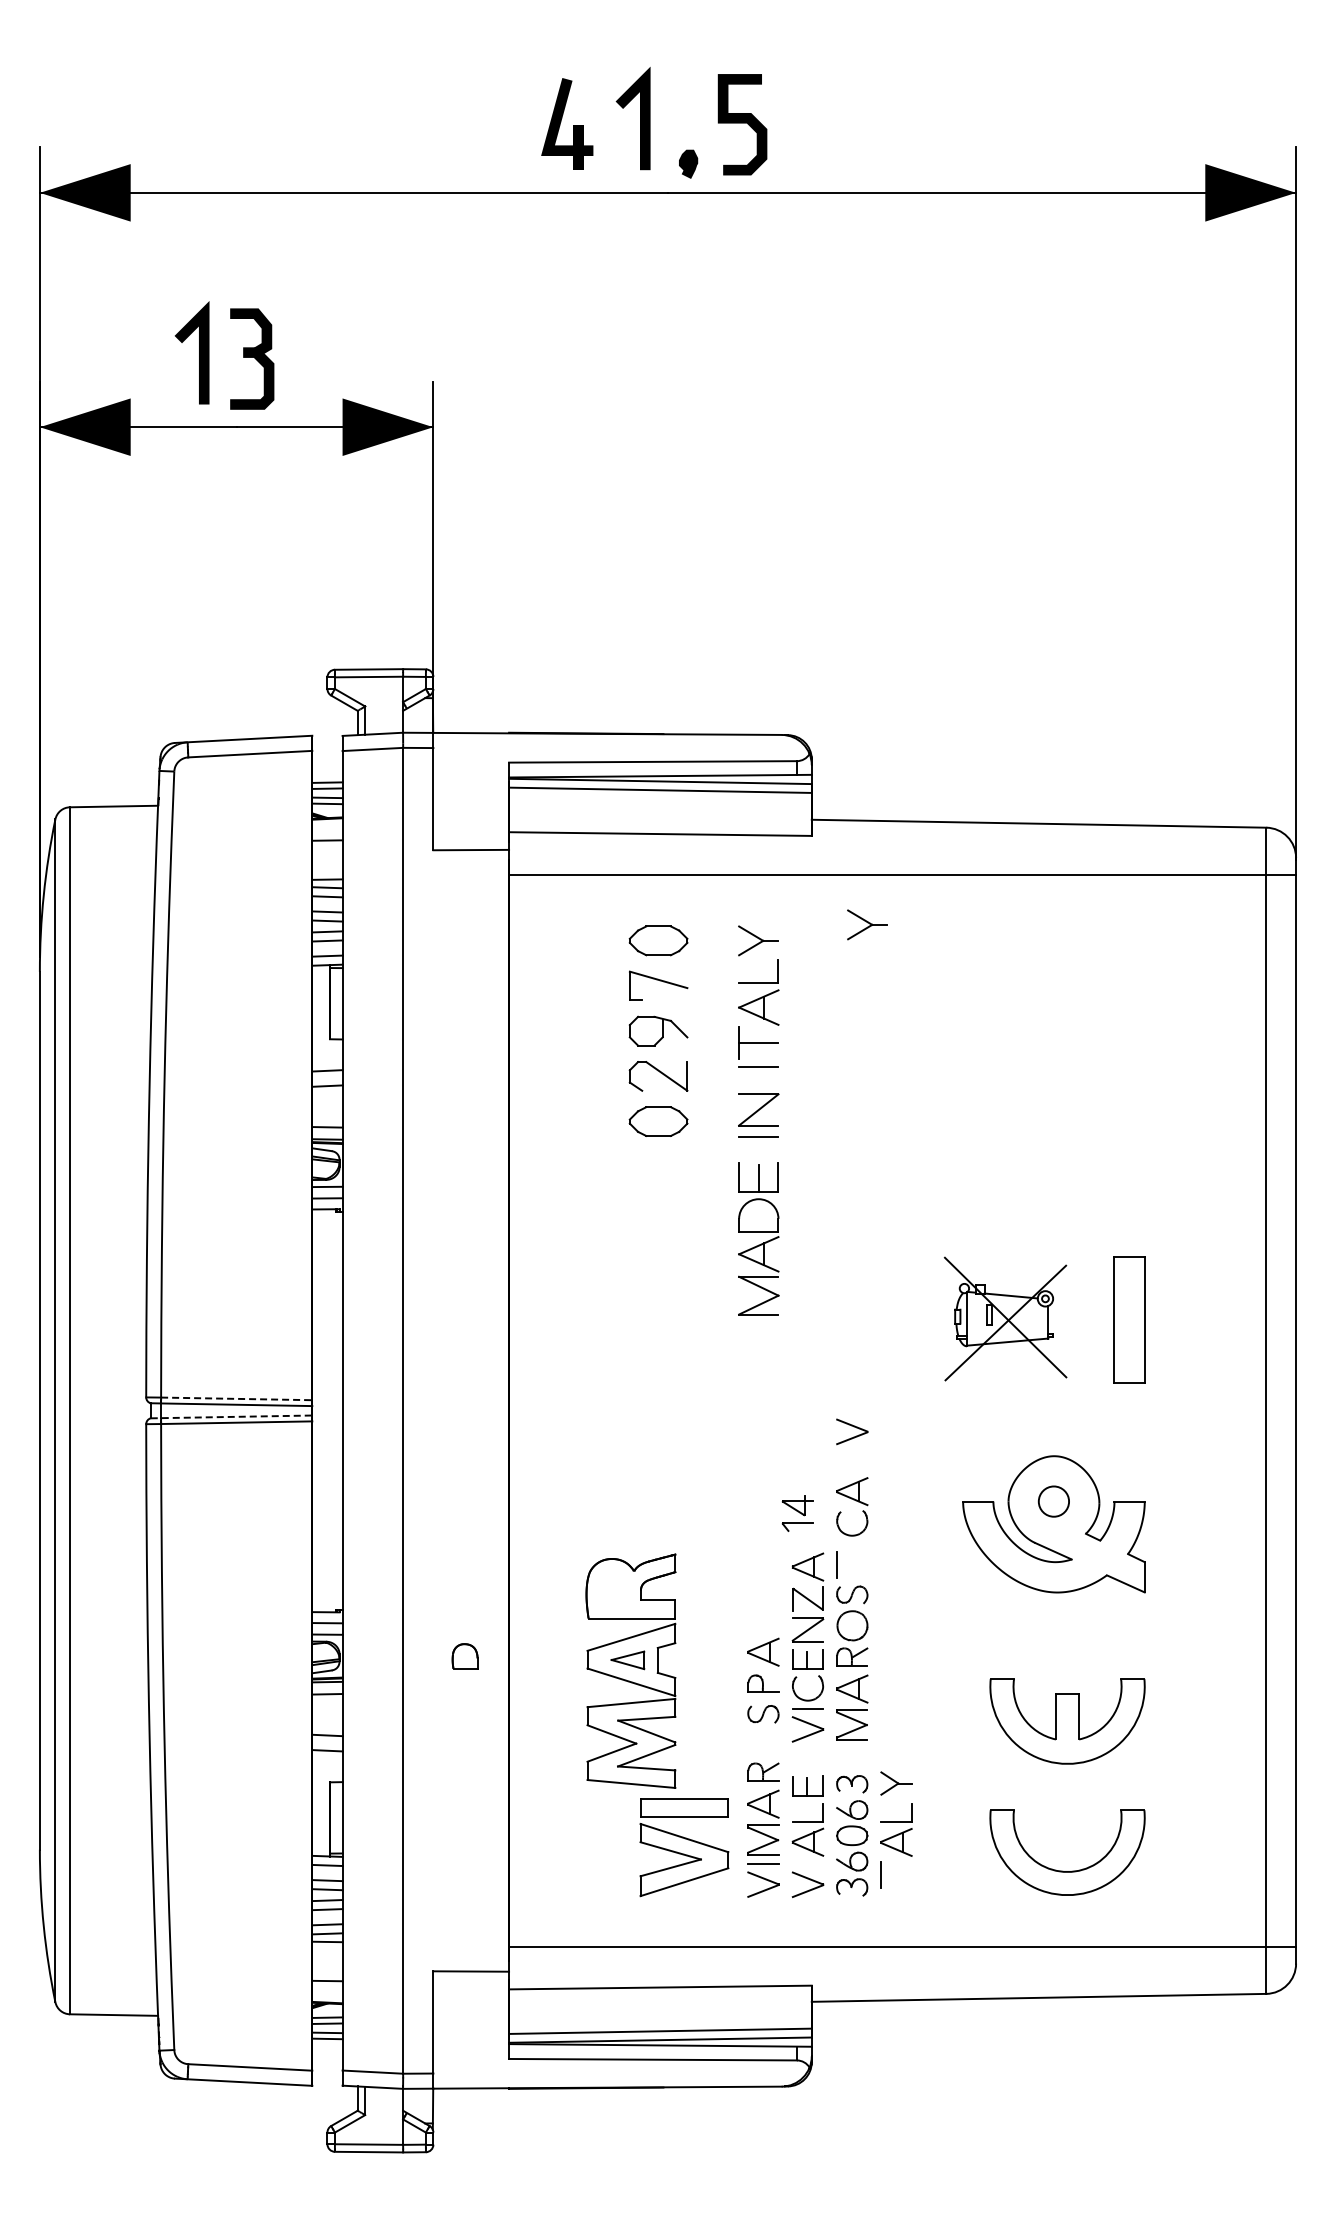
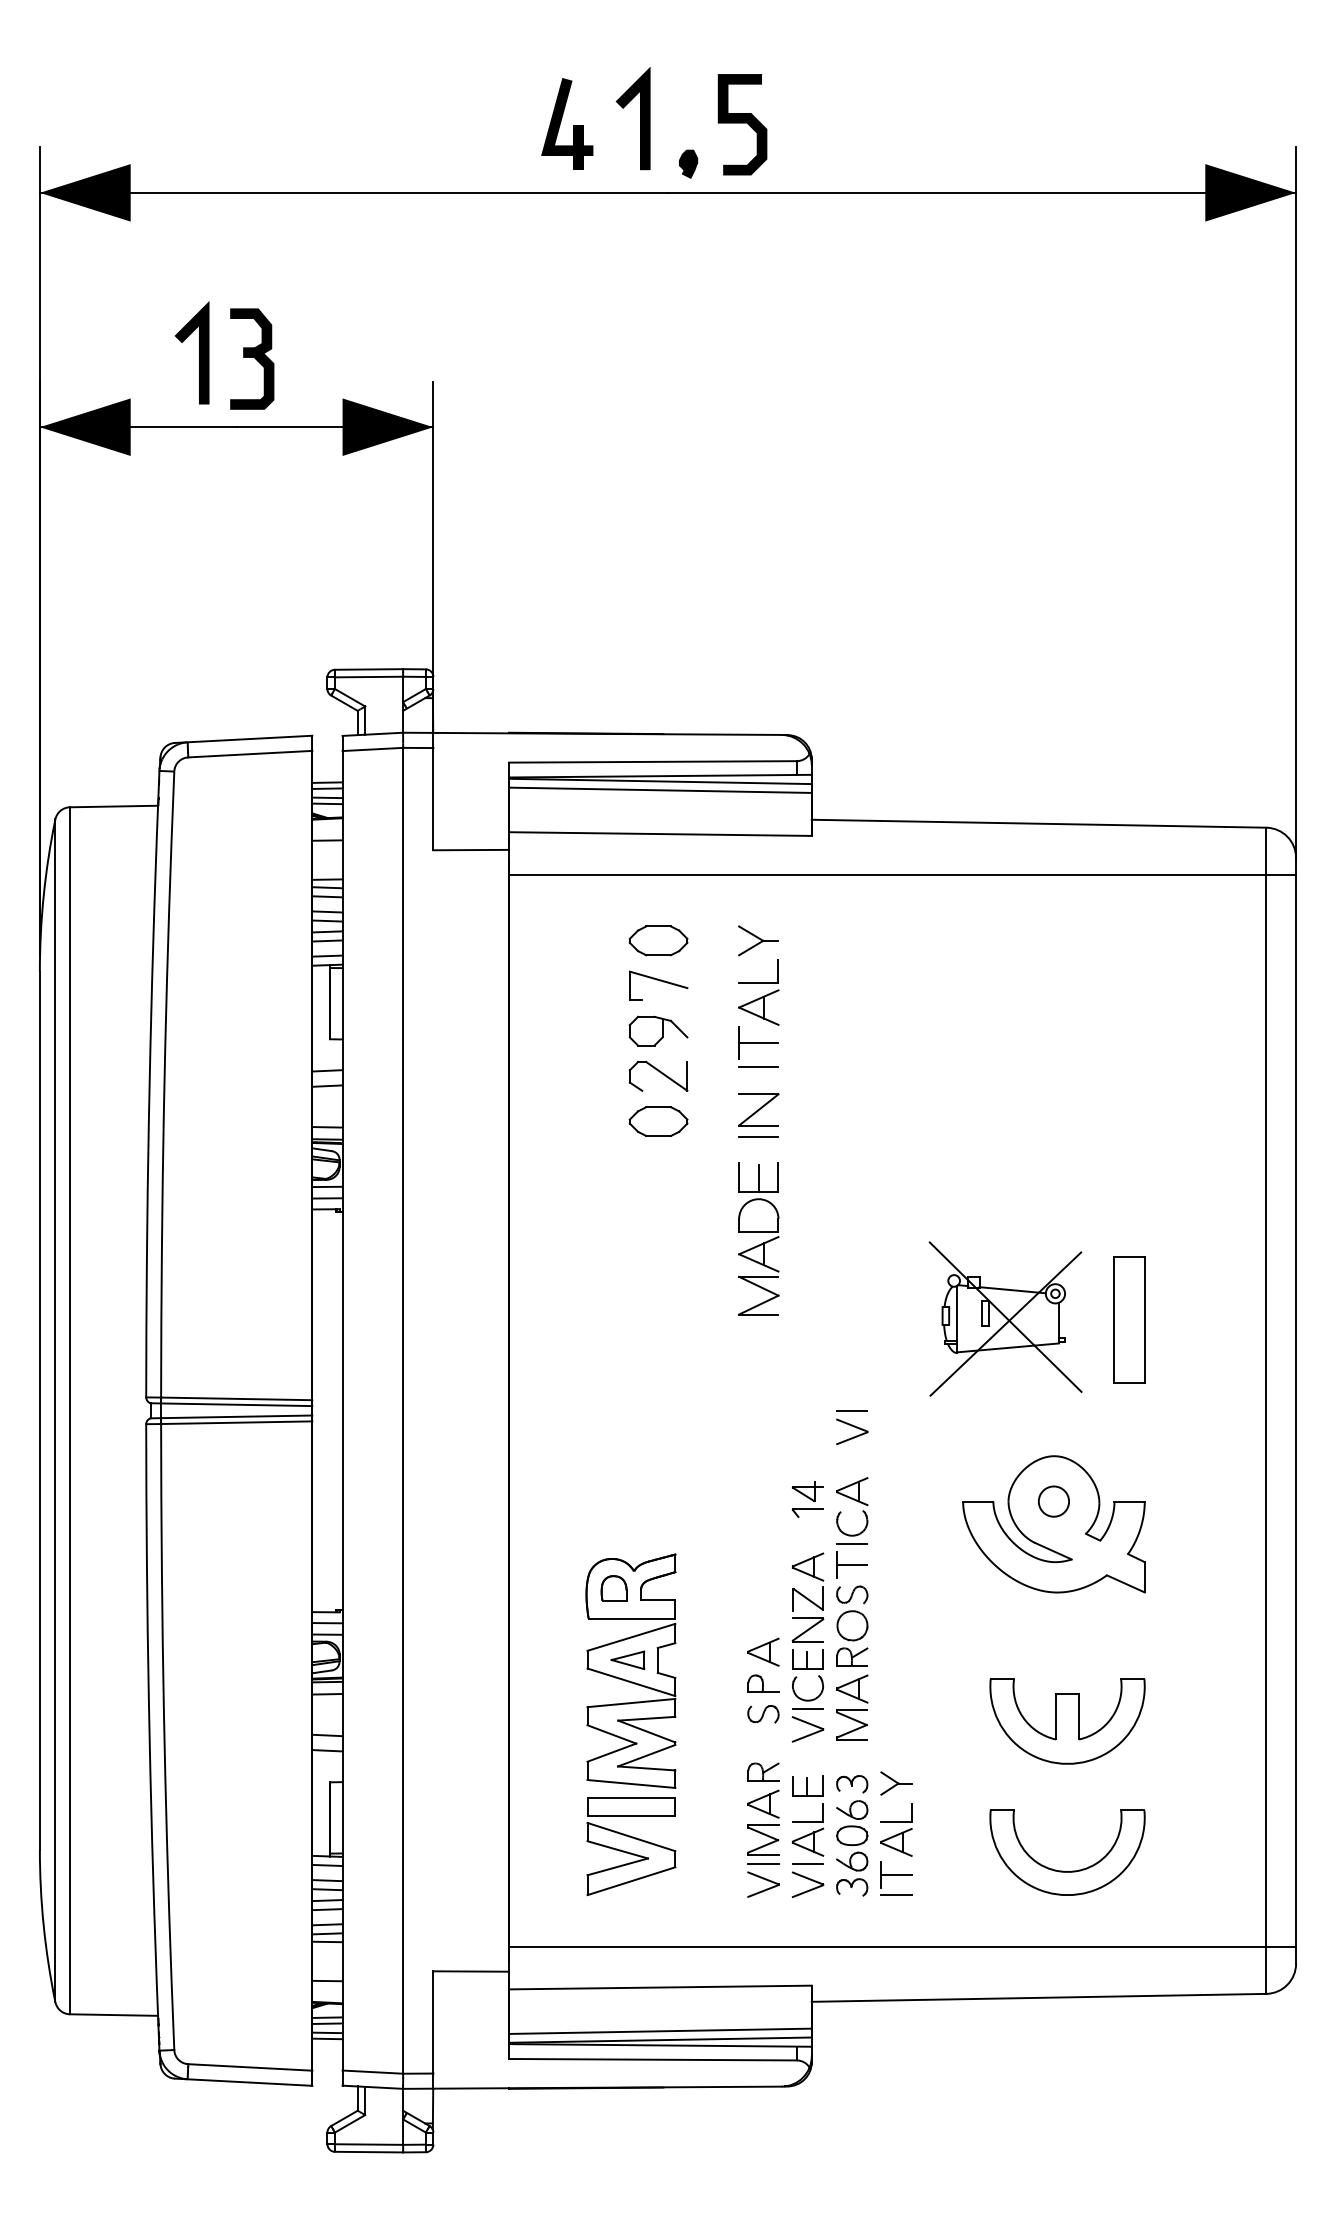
part at (867, 924): present -> none
part at (1005, 1318) size: 125x126 px -> 155x156 px
line at (236, 1398): dashed -> solid
line at (852, 1411): none -> present
line at (231, 1416): dashed -> solid
part at (797, 1513) position: (797, 1513) -> (807, 1499)
line at (852, 1543): none -> present
line at (852, 1564): none -> present
part at (464, 1656) position: (464, 1656) -> (613, 1588)
part at (684, 1847) position: (684, 1847) -> (631, 1846)
line at (807, 1864): none -> present
line at (896, 1874): none -> present
line at (896, 1895): none -> present
